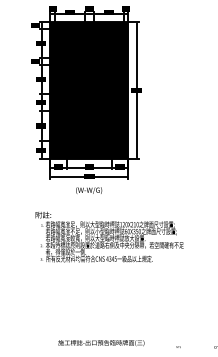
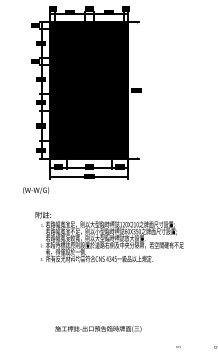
line at (137, 90): present -> none
text at (89, 190) position: (89, 190) -> (36, 190)
text at (101, 343) position: (101, 343) -> (98, 329)
